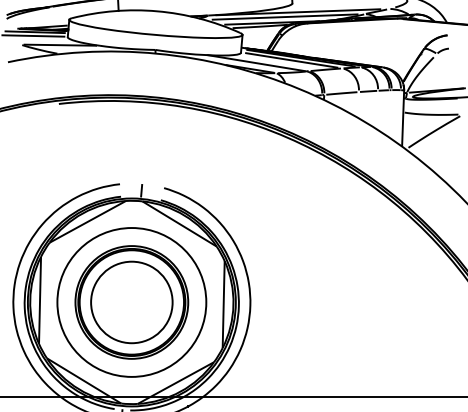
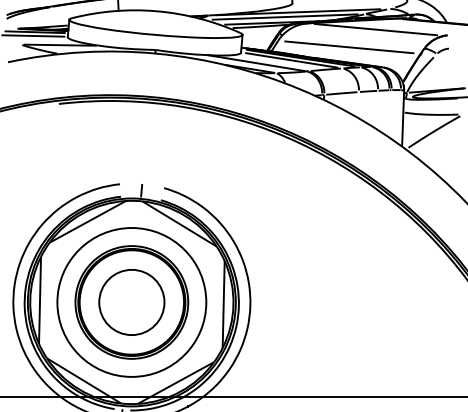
line at (375, 29): none -> present
line at (349, 47): none -> present
circle at (131, 302) diameter: 82 px -> 65 px
